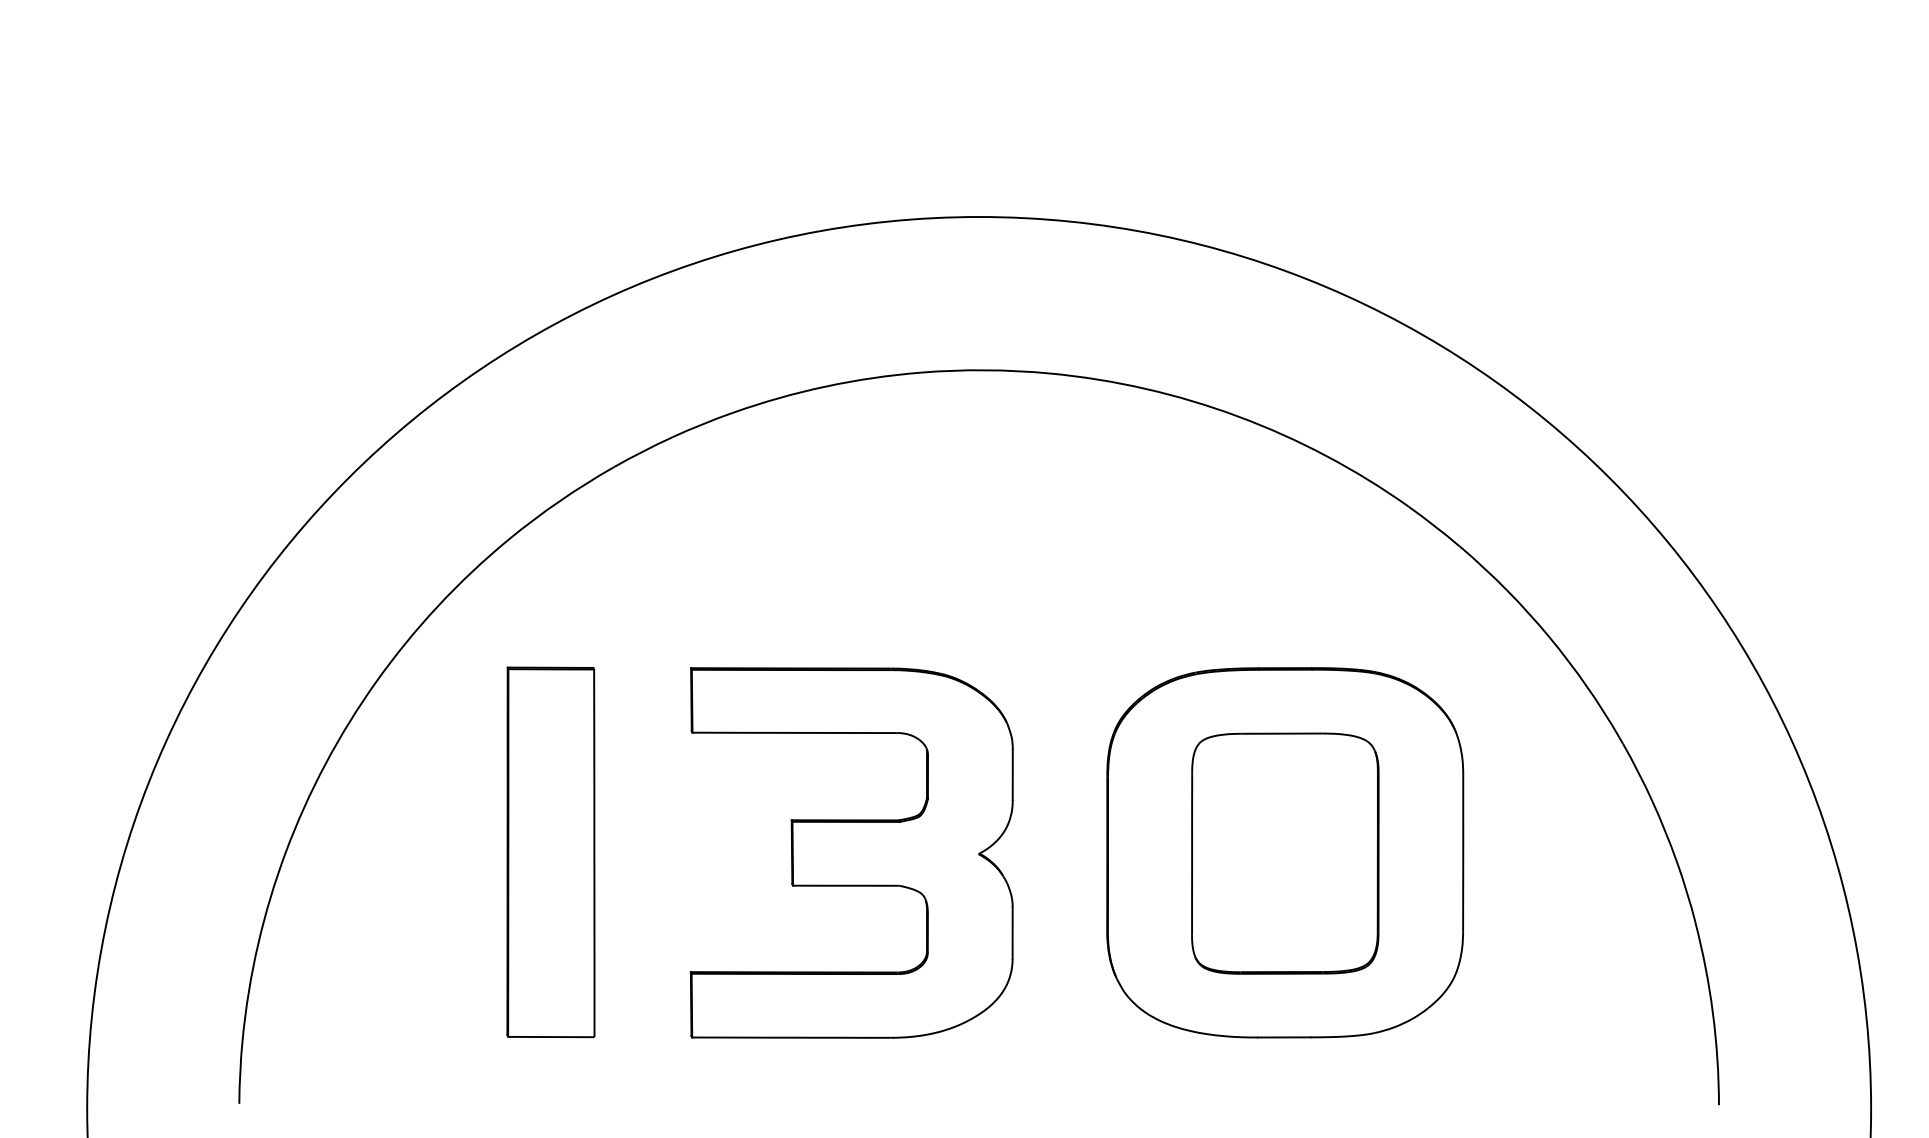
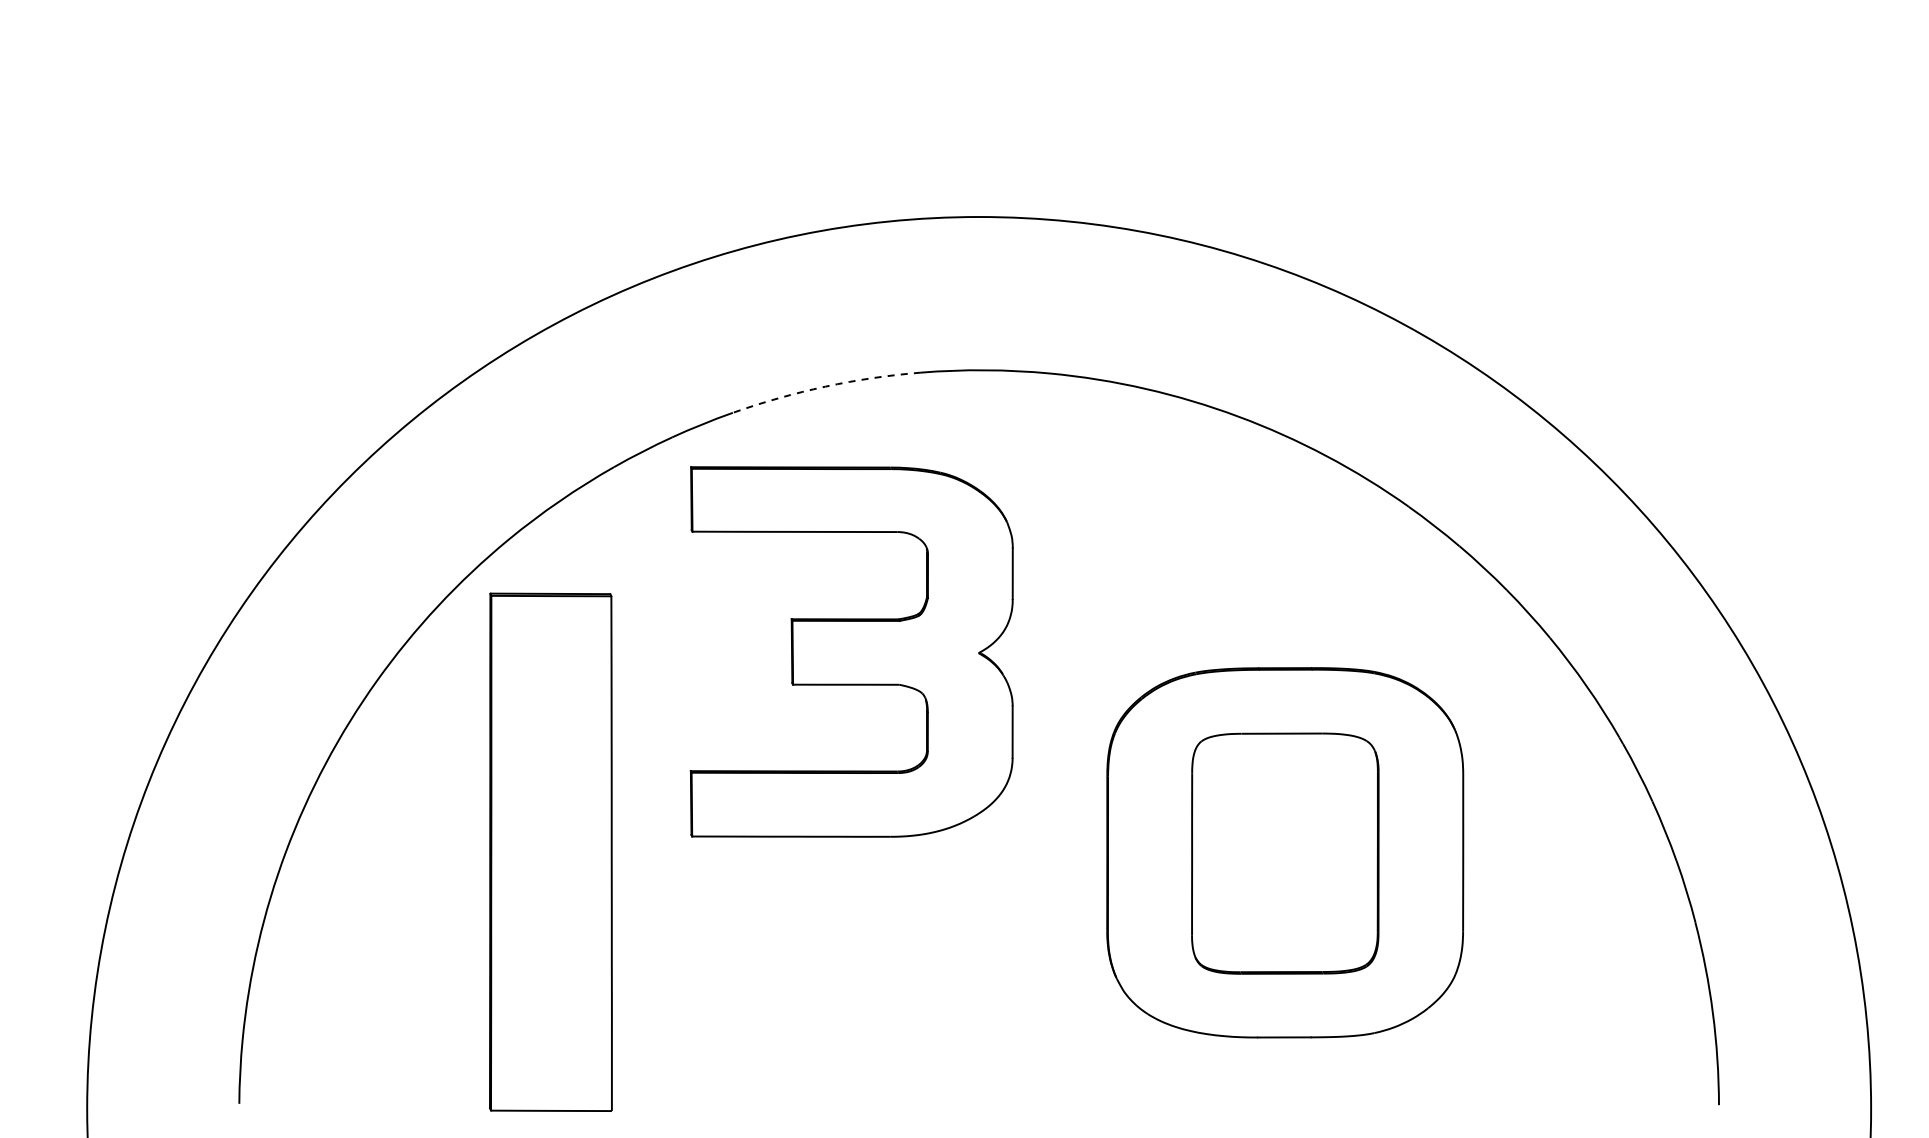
arc at (825, 386): solid -> dashed
part at (550, 852) size: 90x373 px -> 124x520 px
part at (851, 852) position: (851, 852) -> (851, 651)
